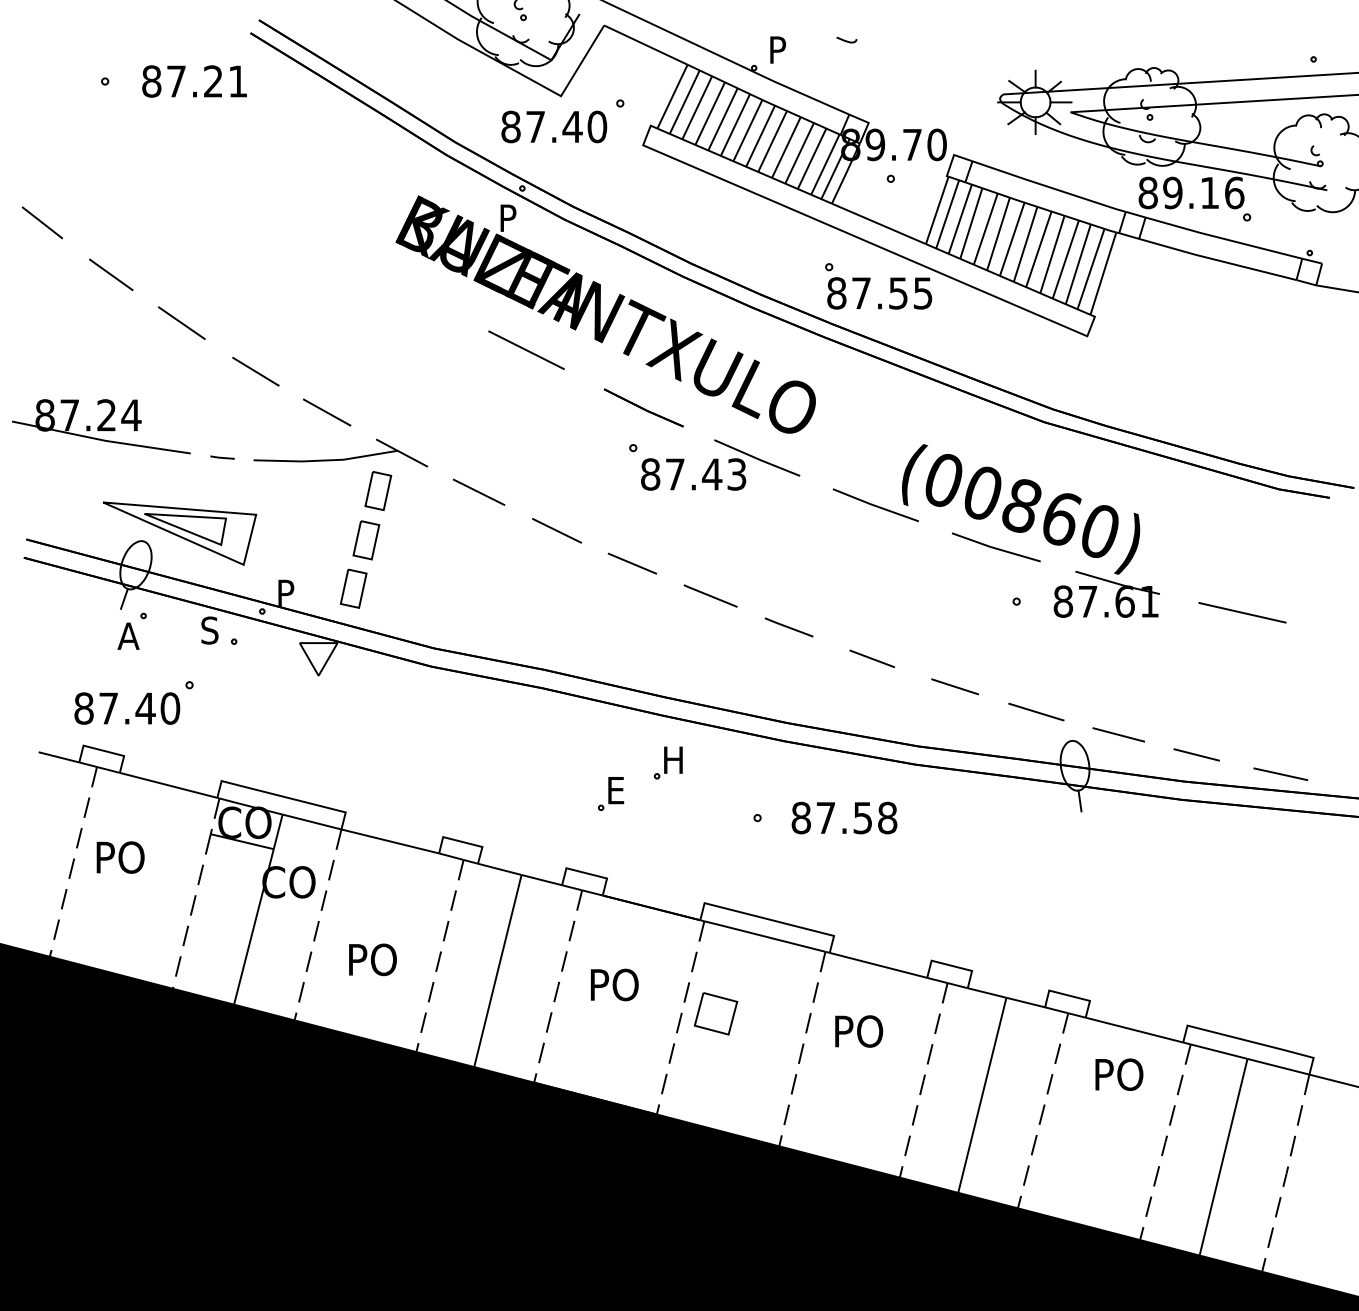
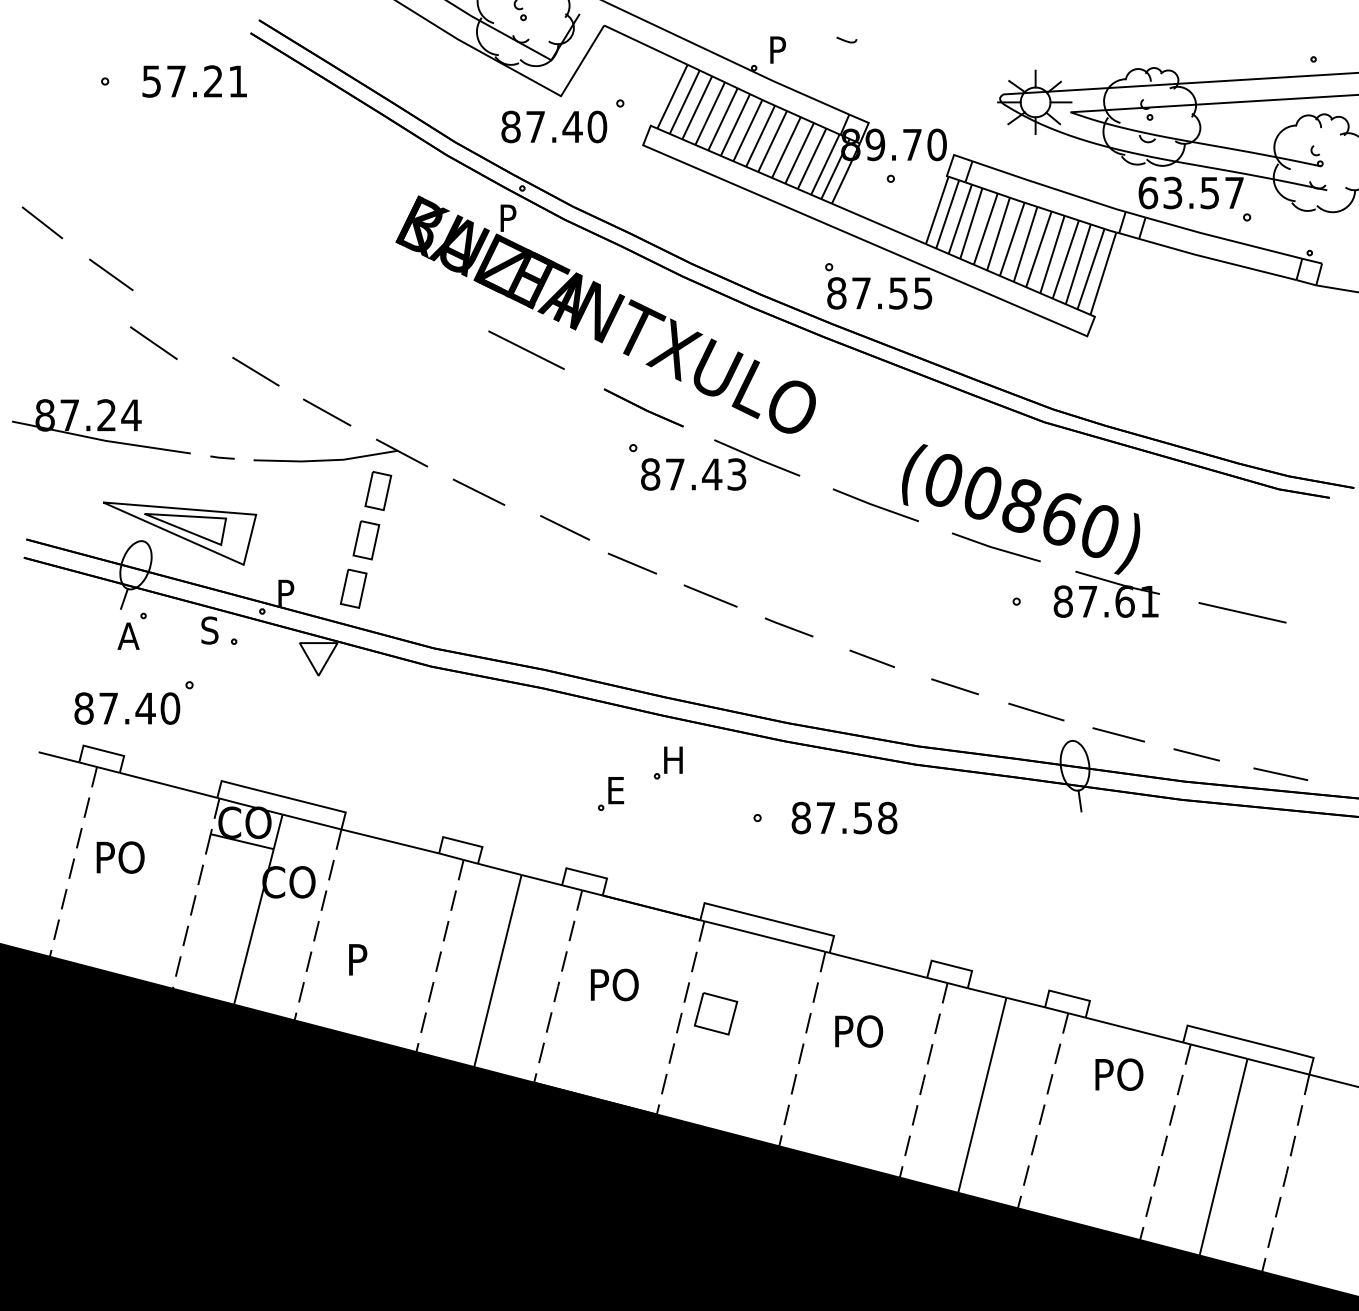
text at (151, 81): 87.21 -> 57.21
text at (1191, 192): 89.16 -> 63.57
line at (181, 322) position: (181, 322) -> (153, 342)
line at (556, 530) position: (556, 530) -> (564, 527)
text at (383, 959): PO -> P
